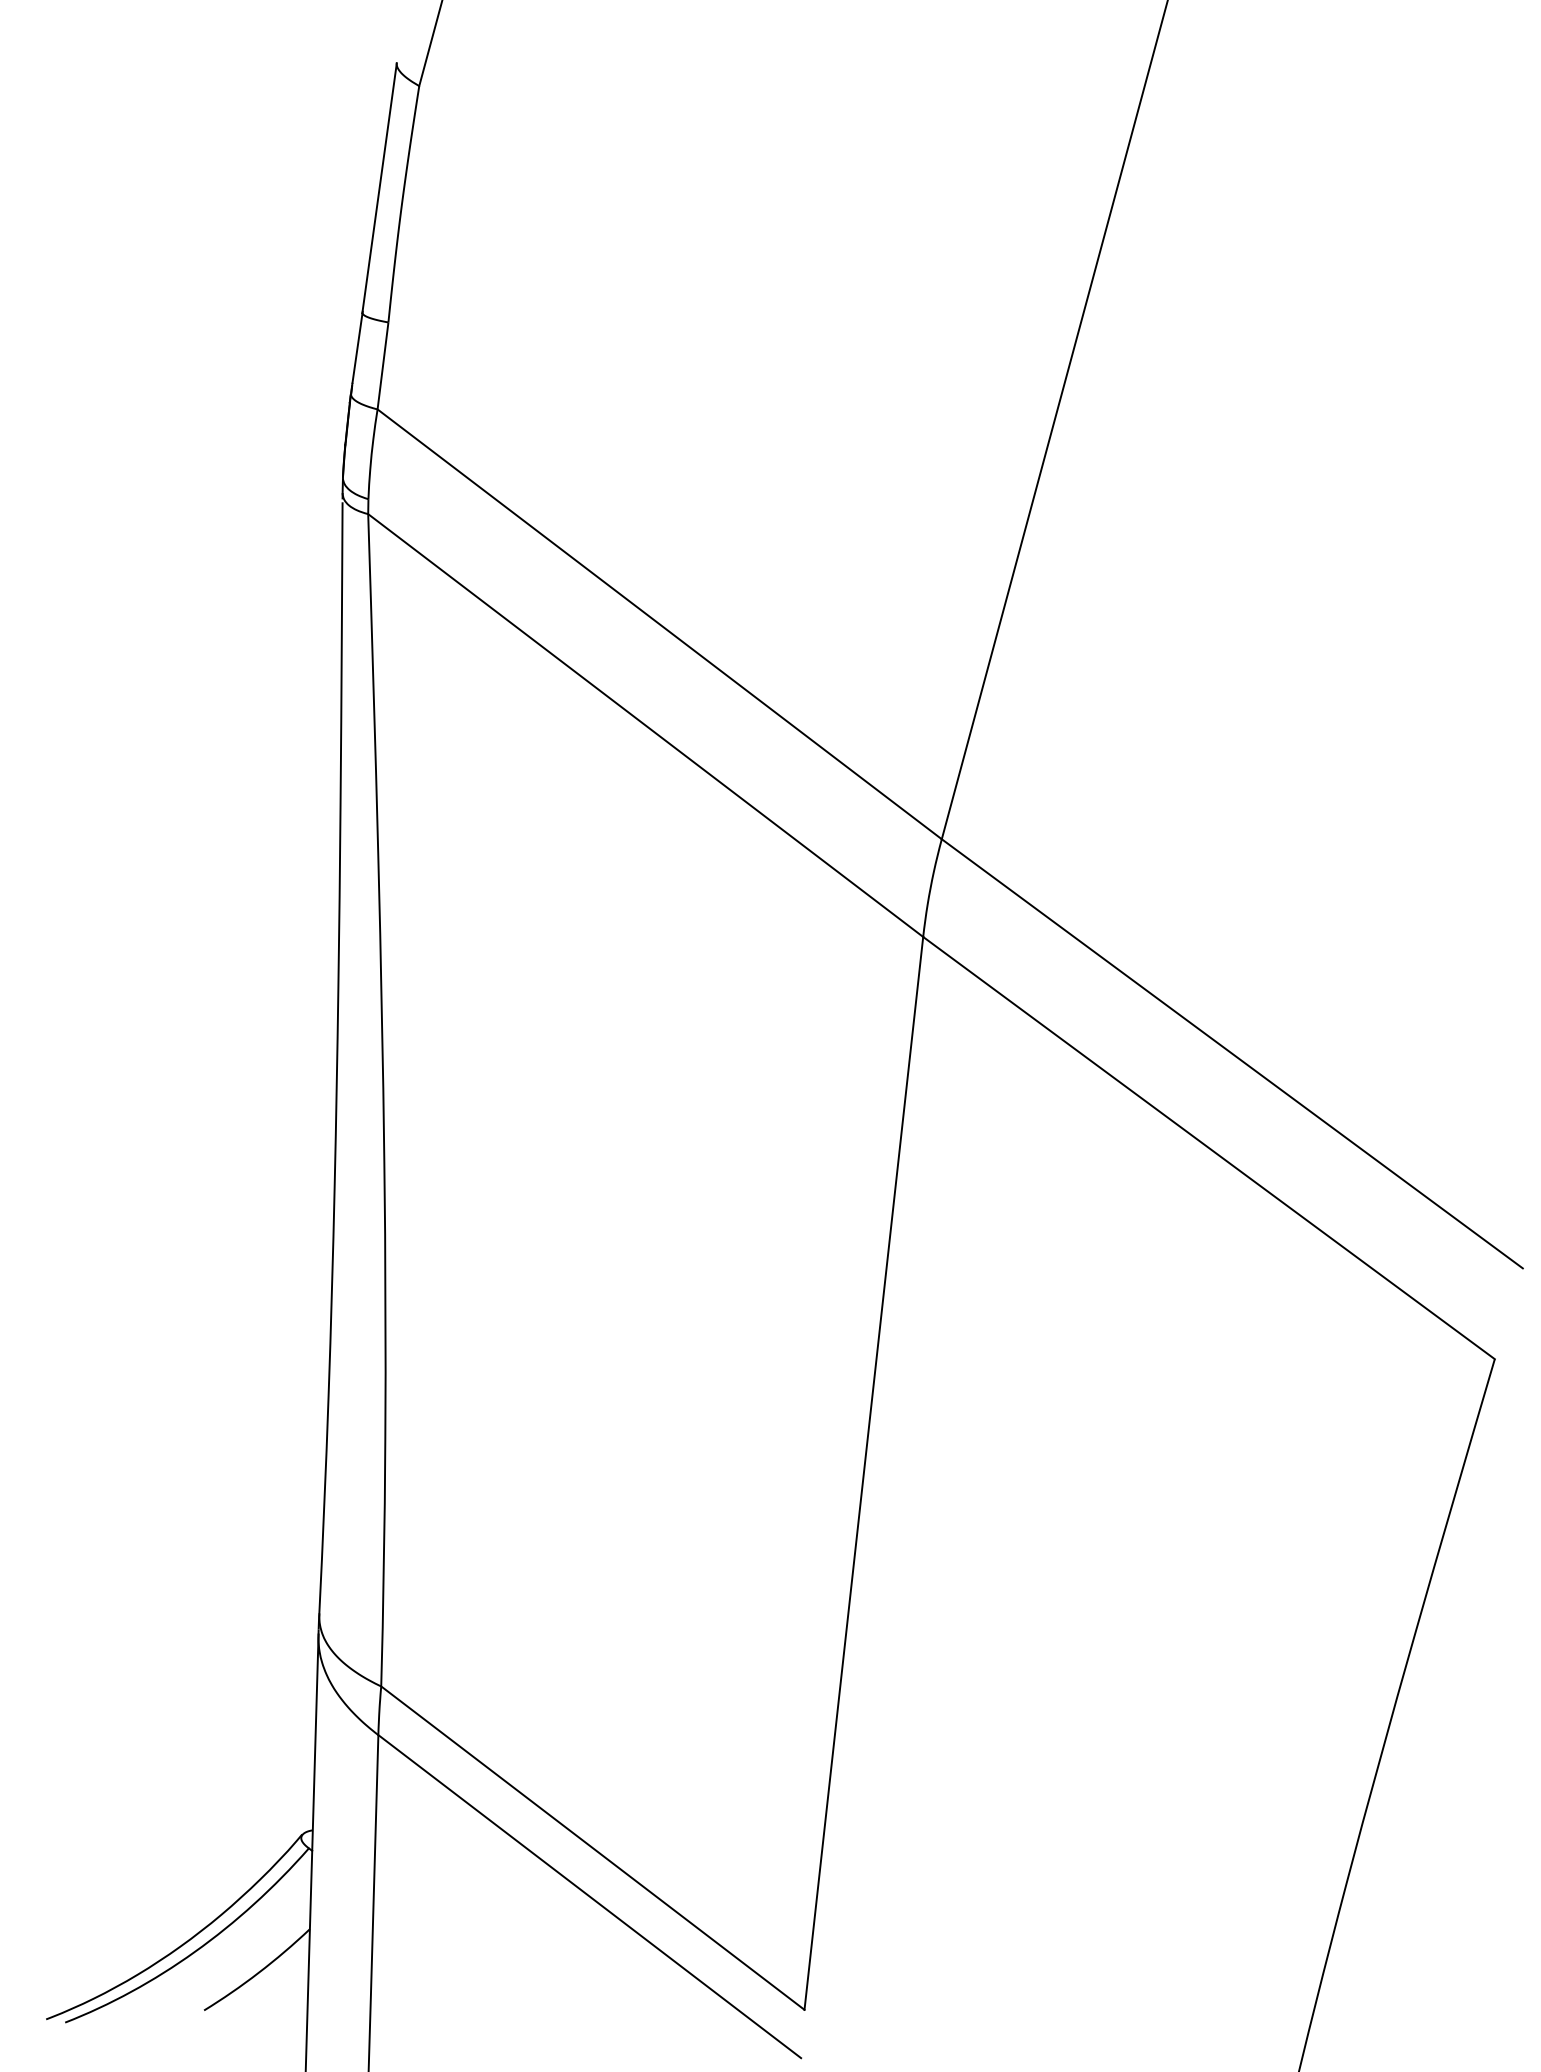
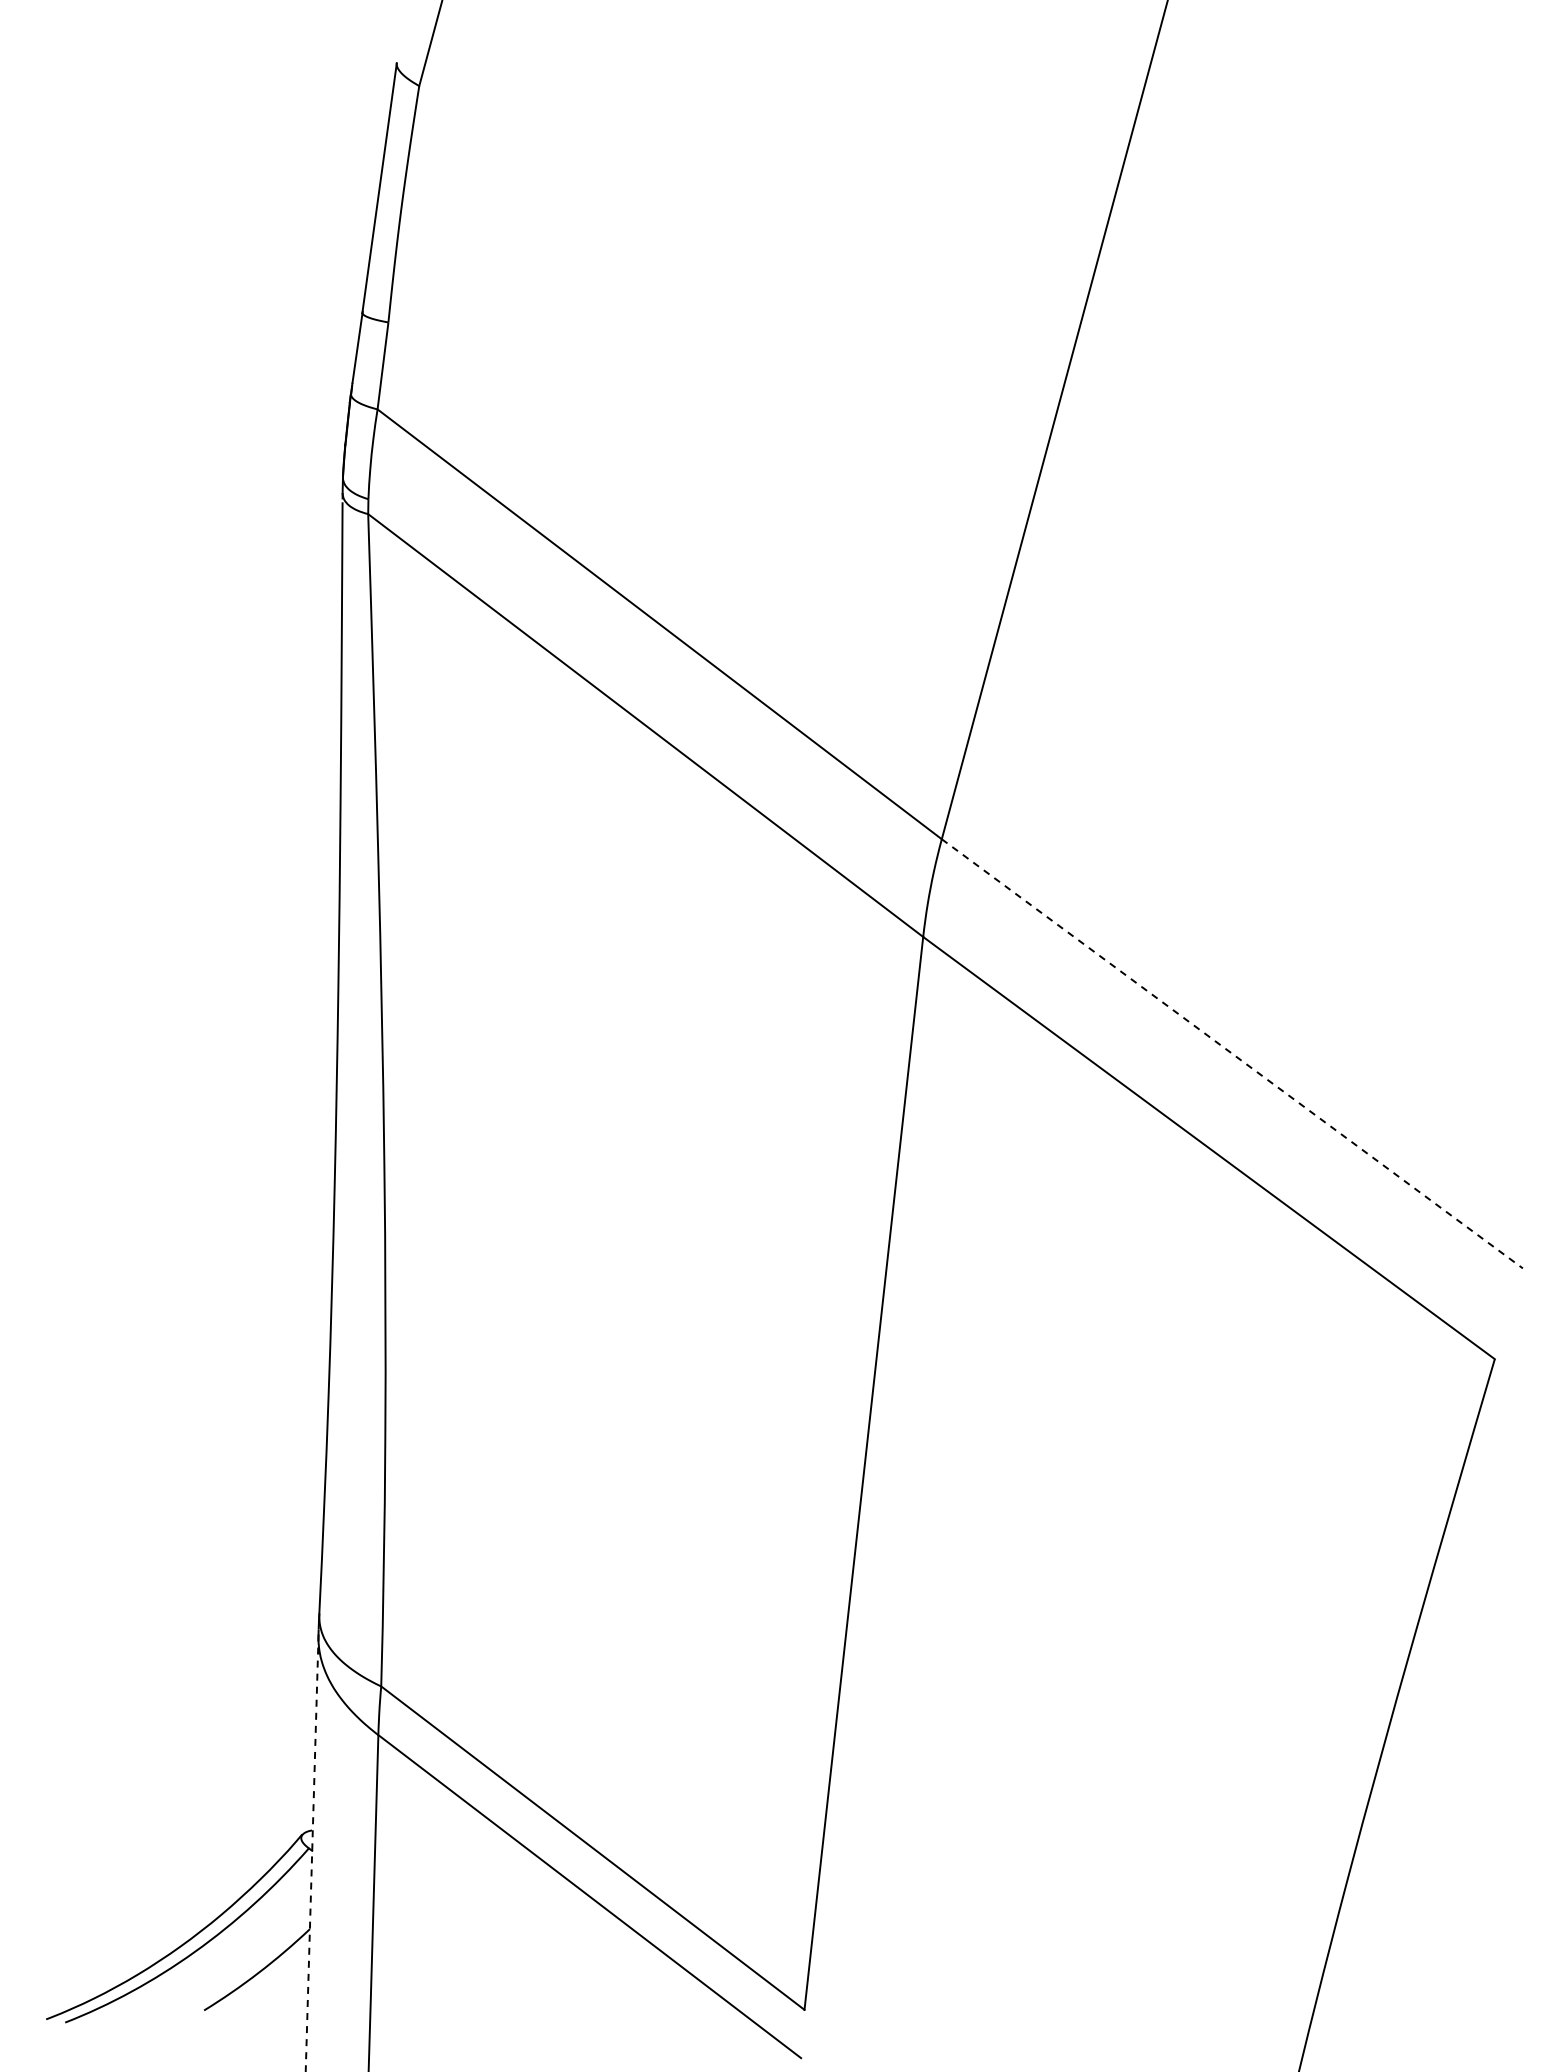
line at (1232, 1054): solid -> dashed
line at (312, 1853): solid -> dashed
